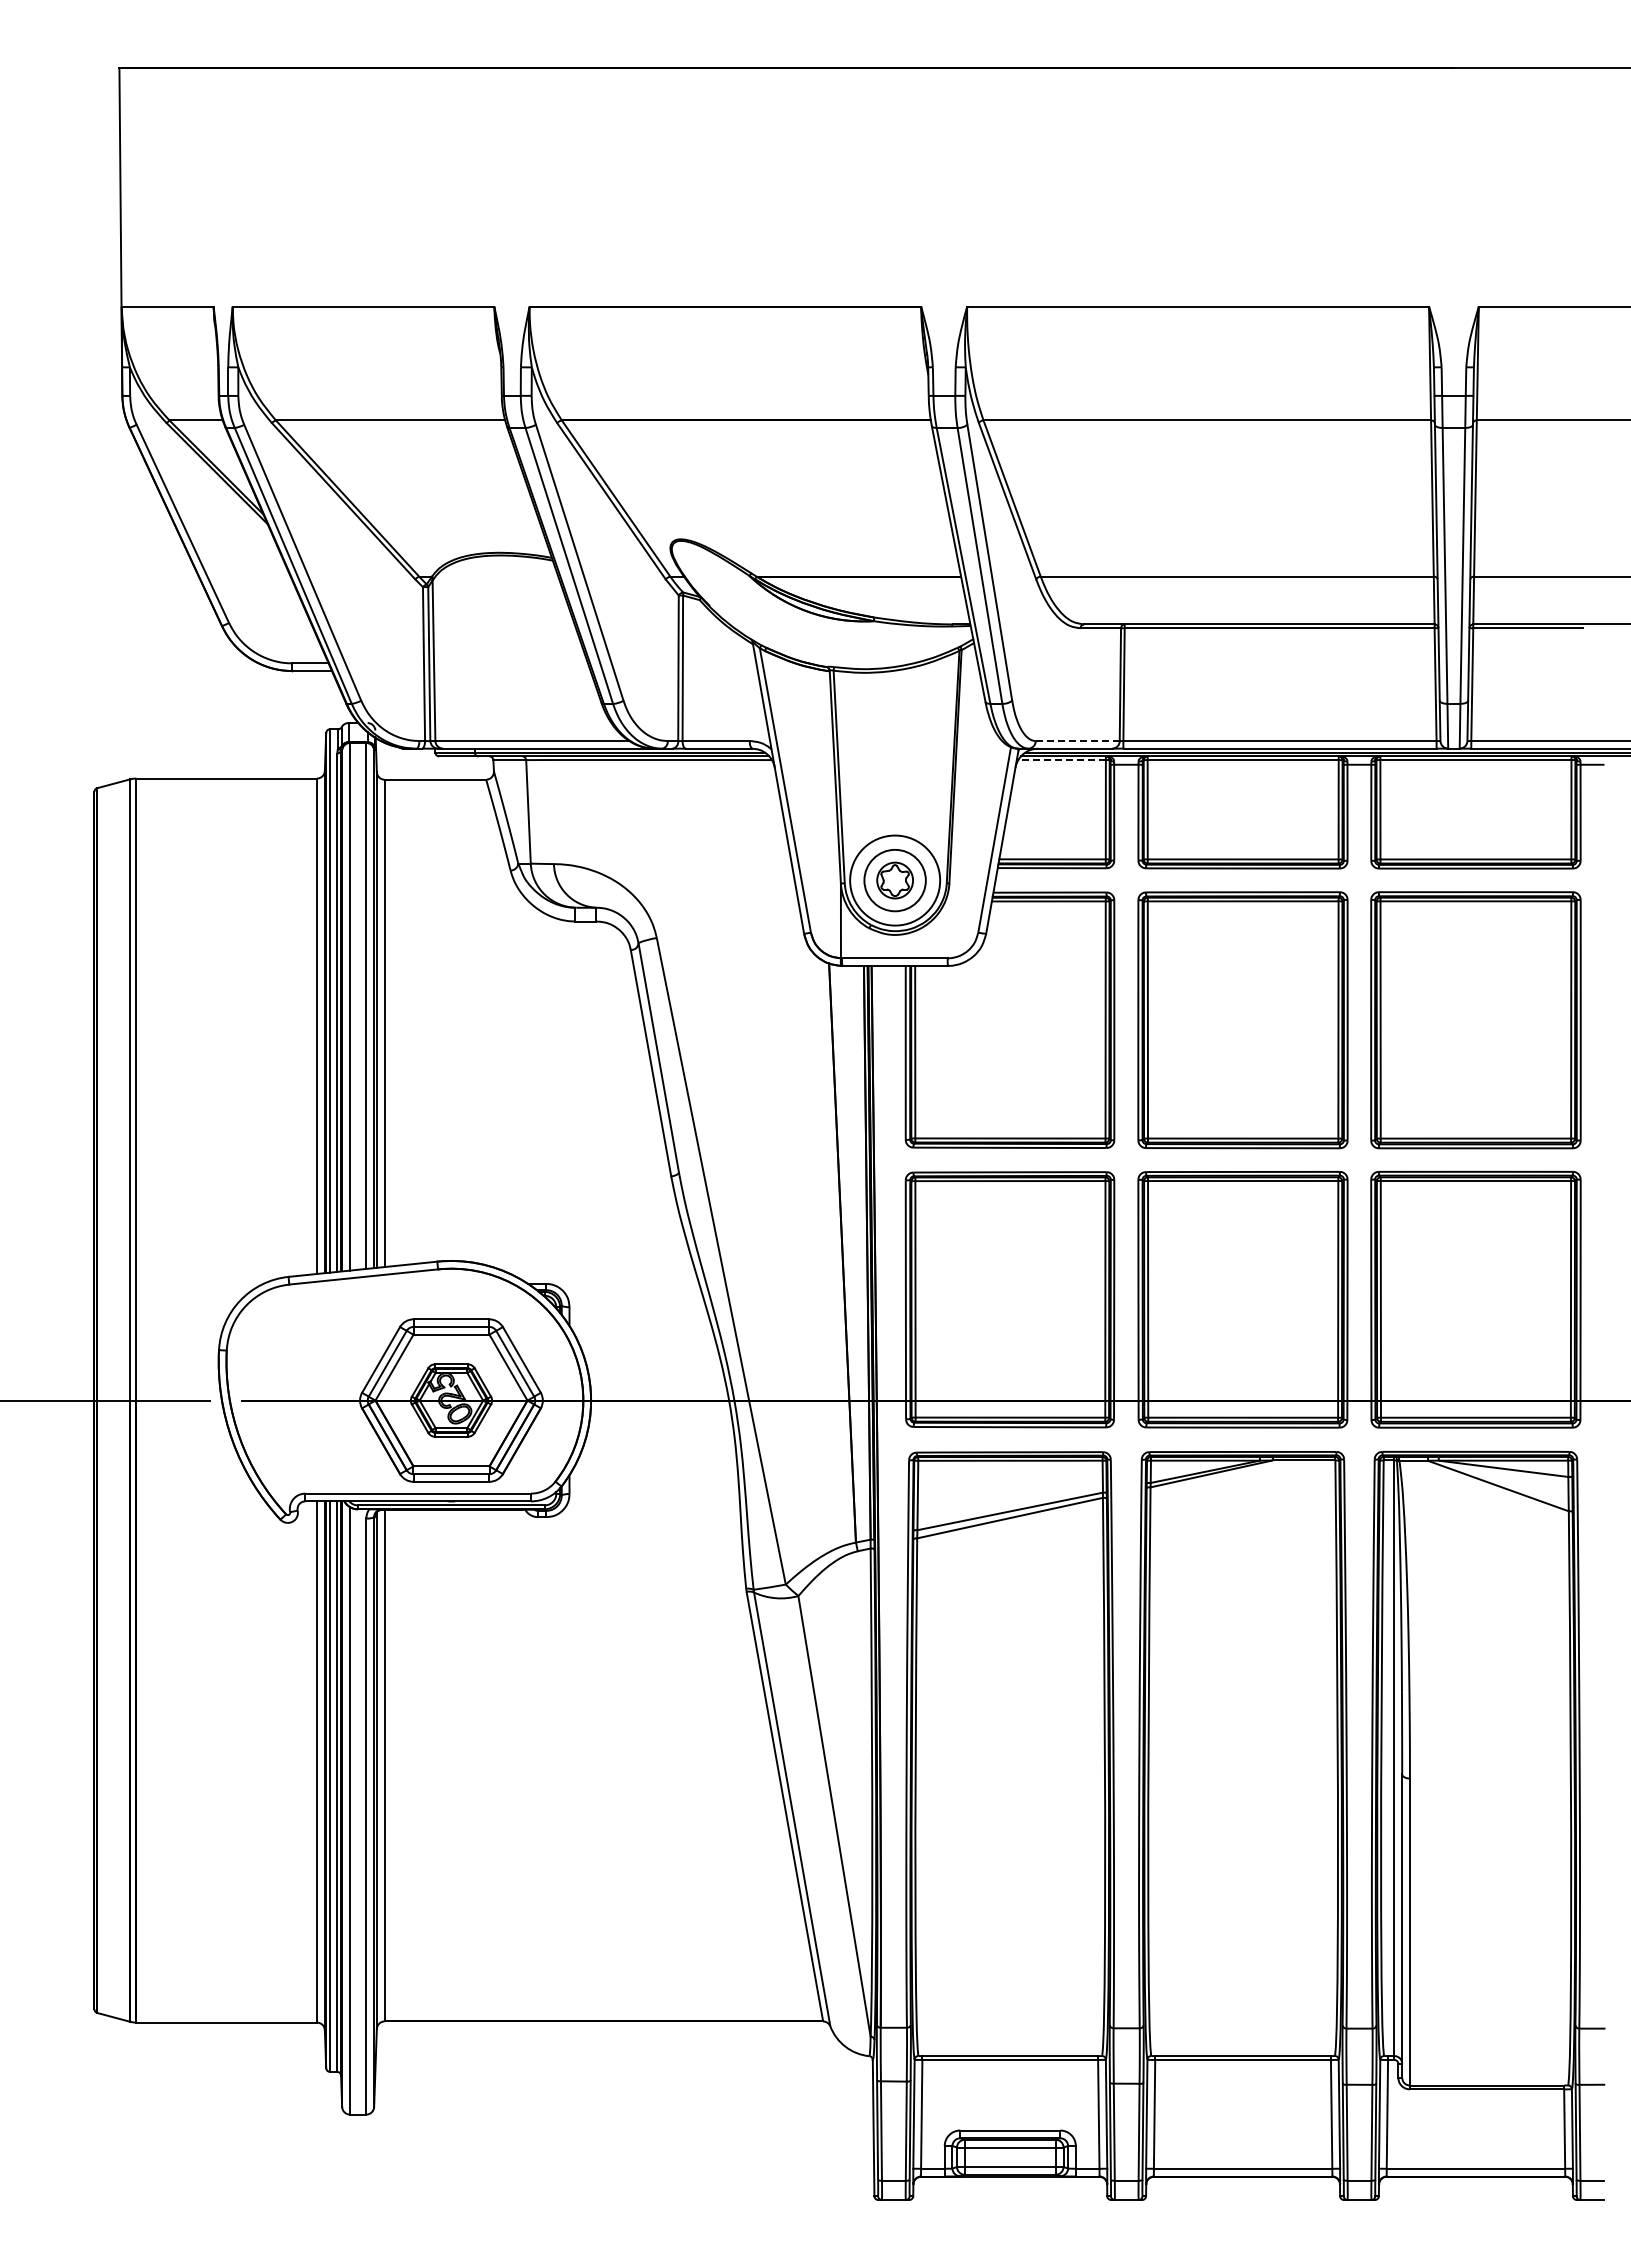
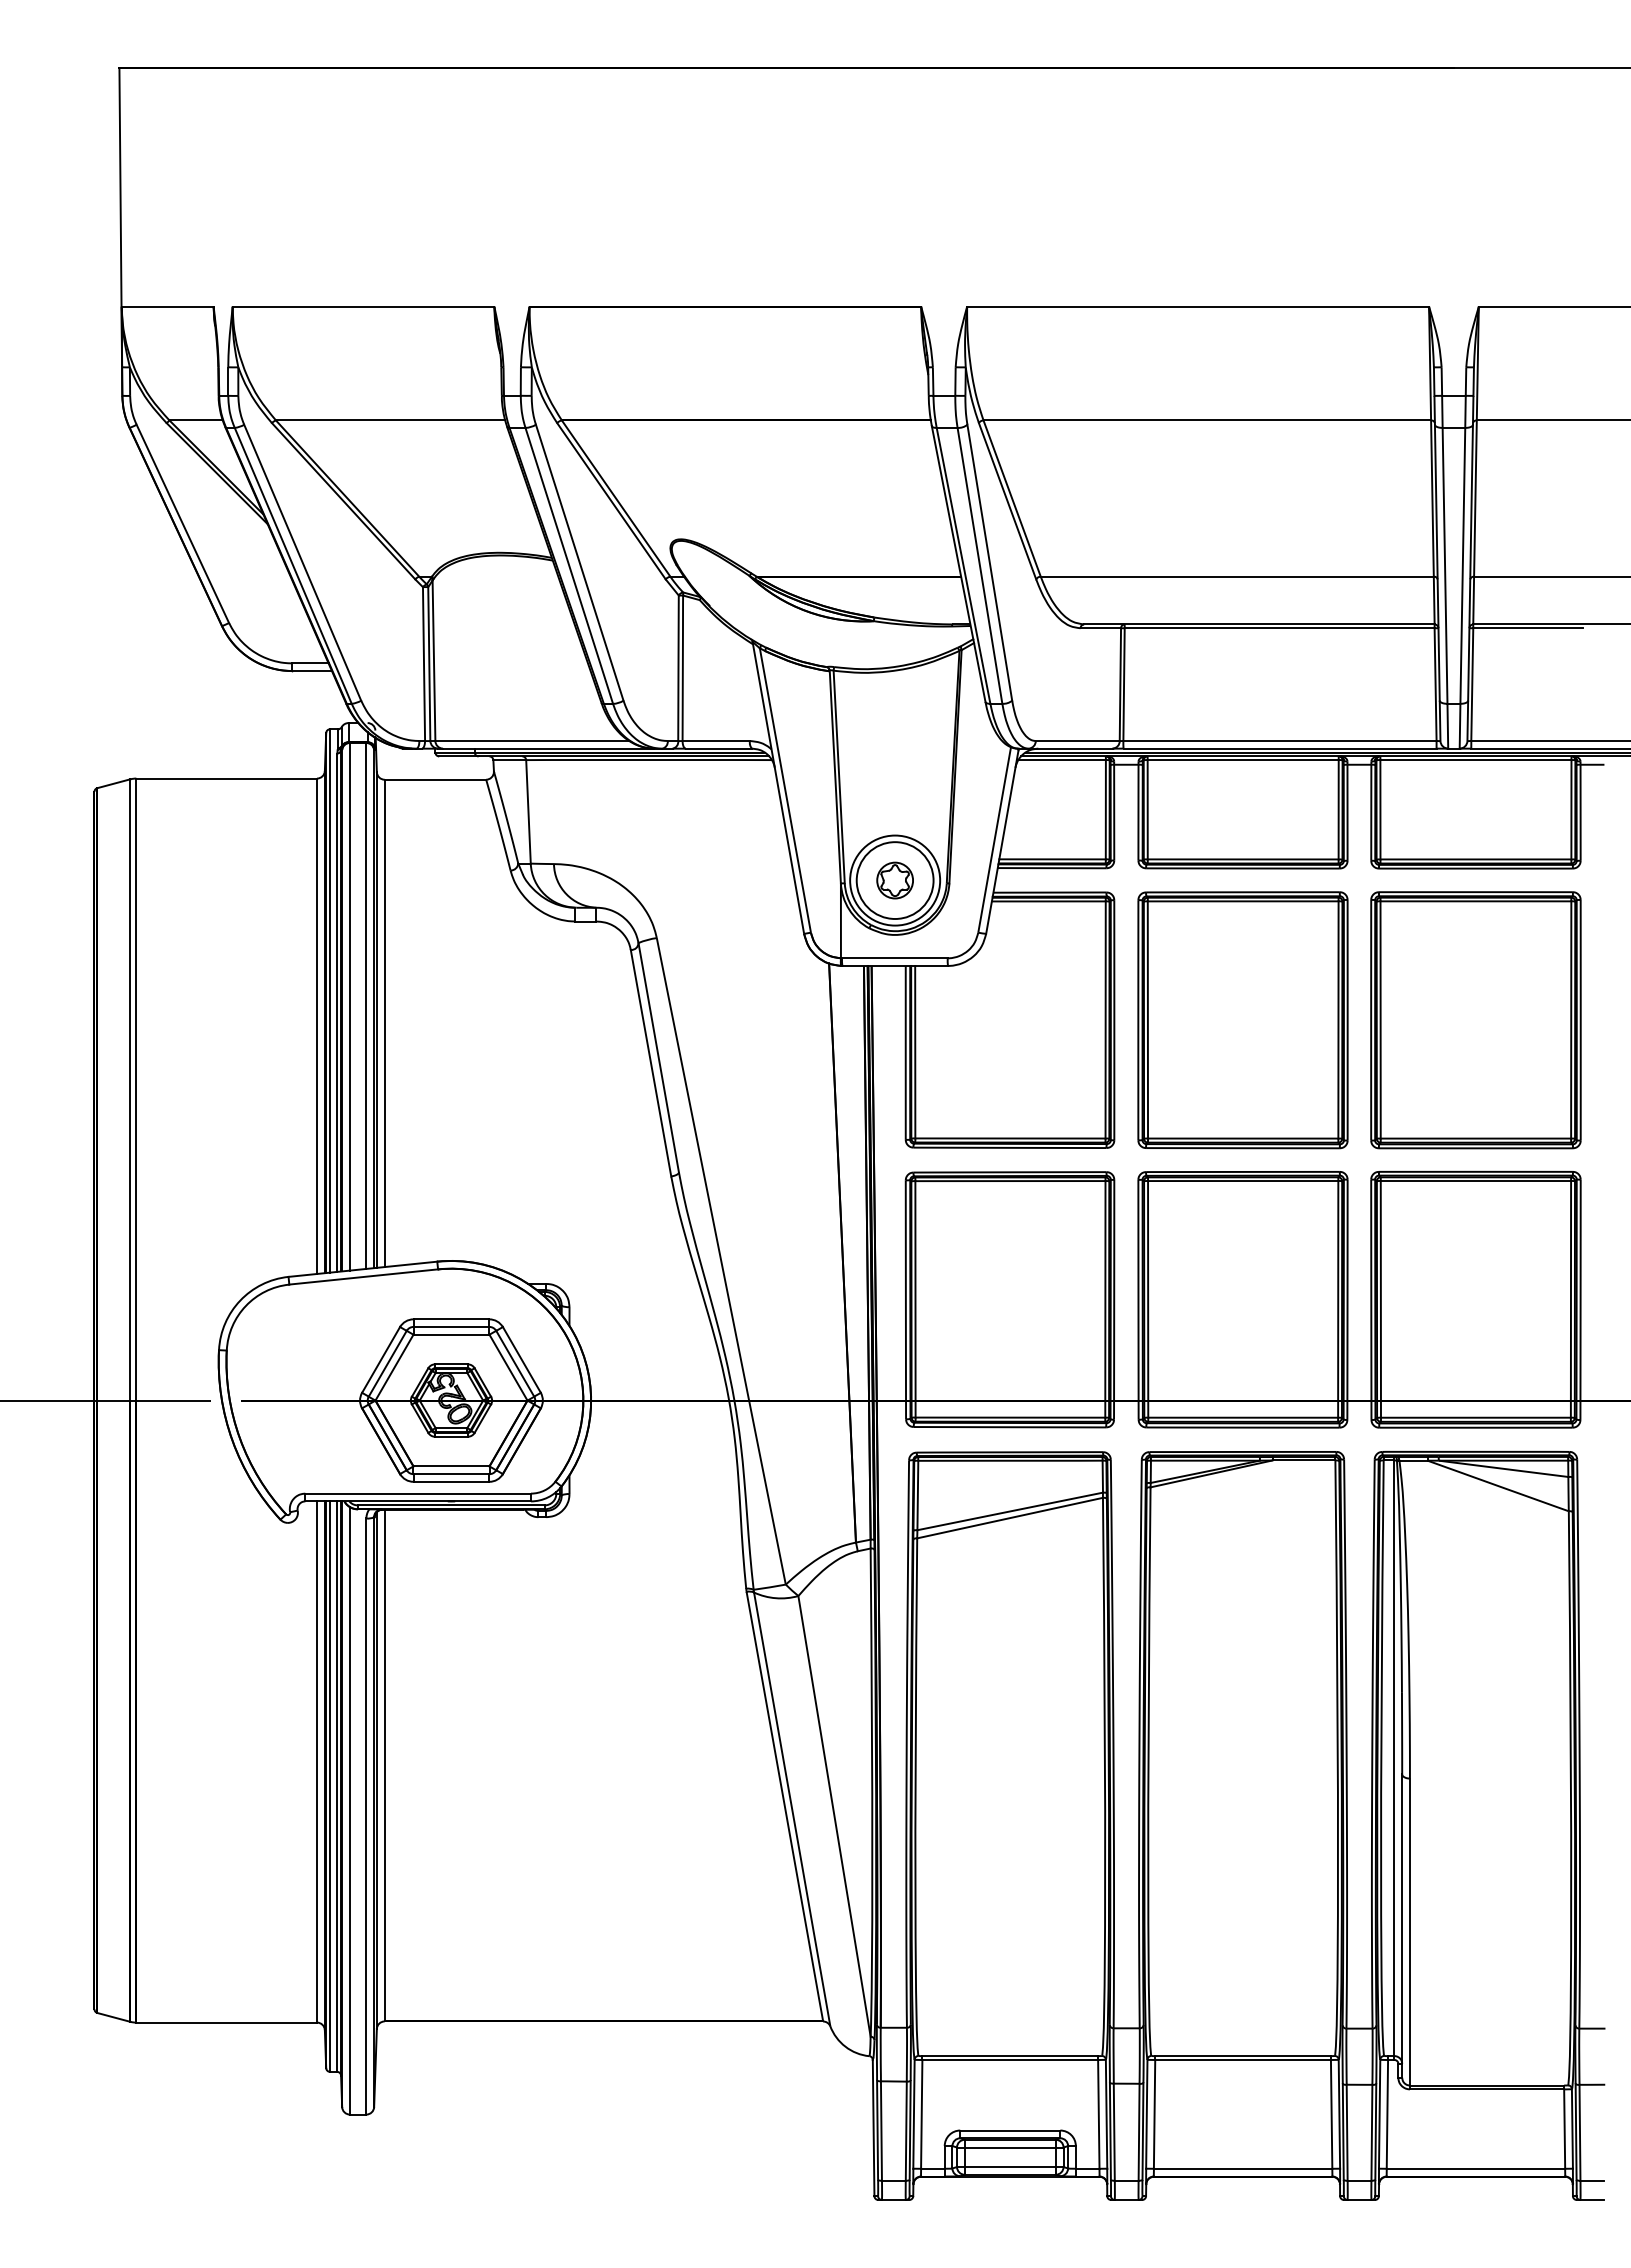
line at (1077, 741): dashed -> solid
line at (1062, 760): dashed -> solid
circle at (894, 880) diameter: 61 px -> 77 px
